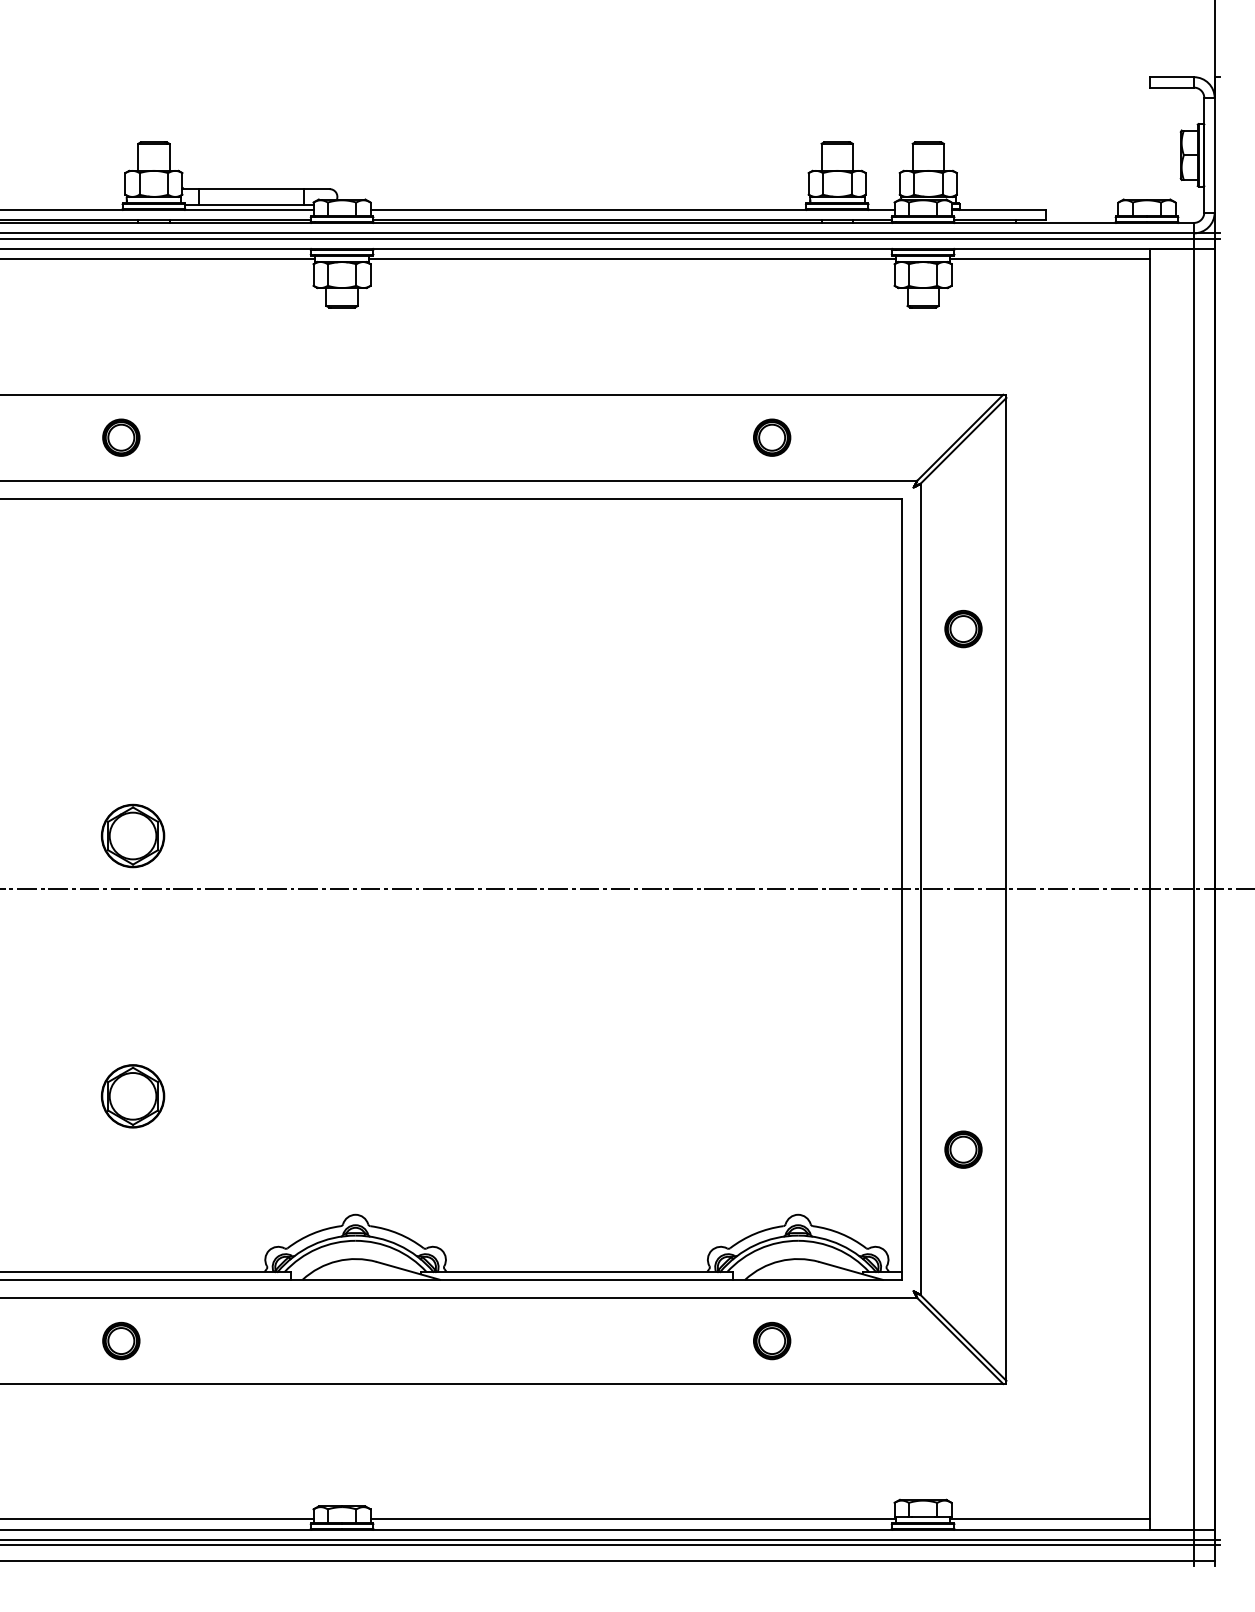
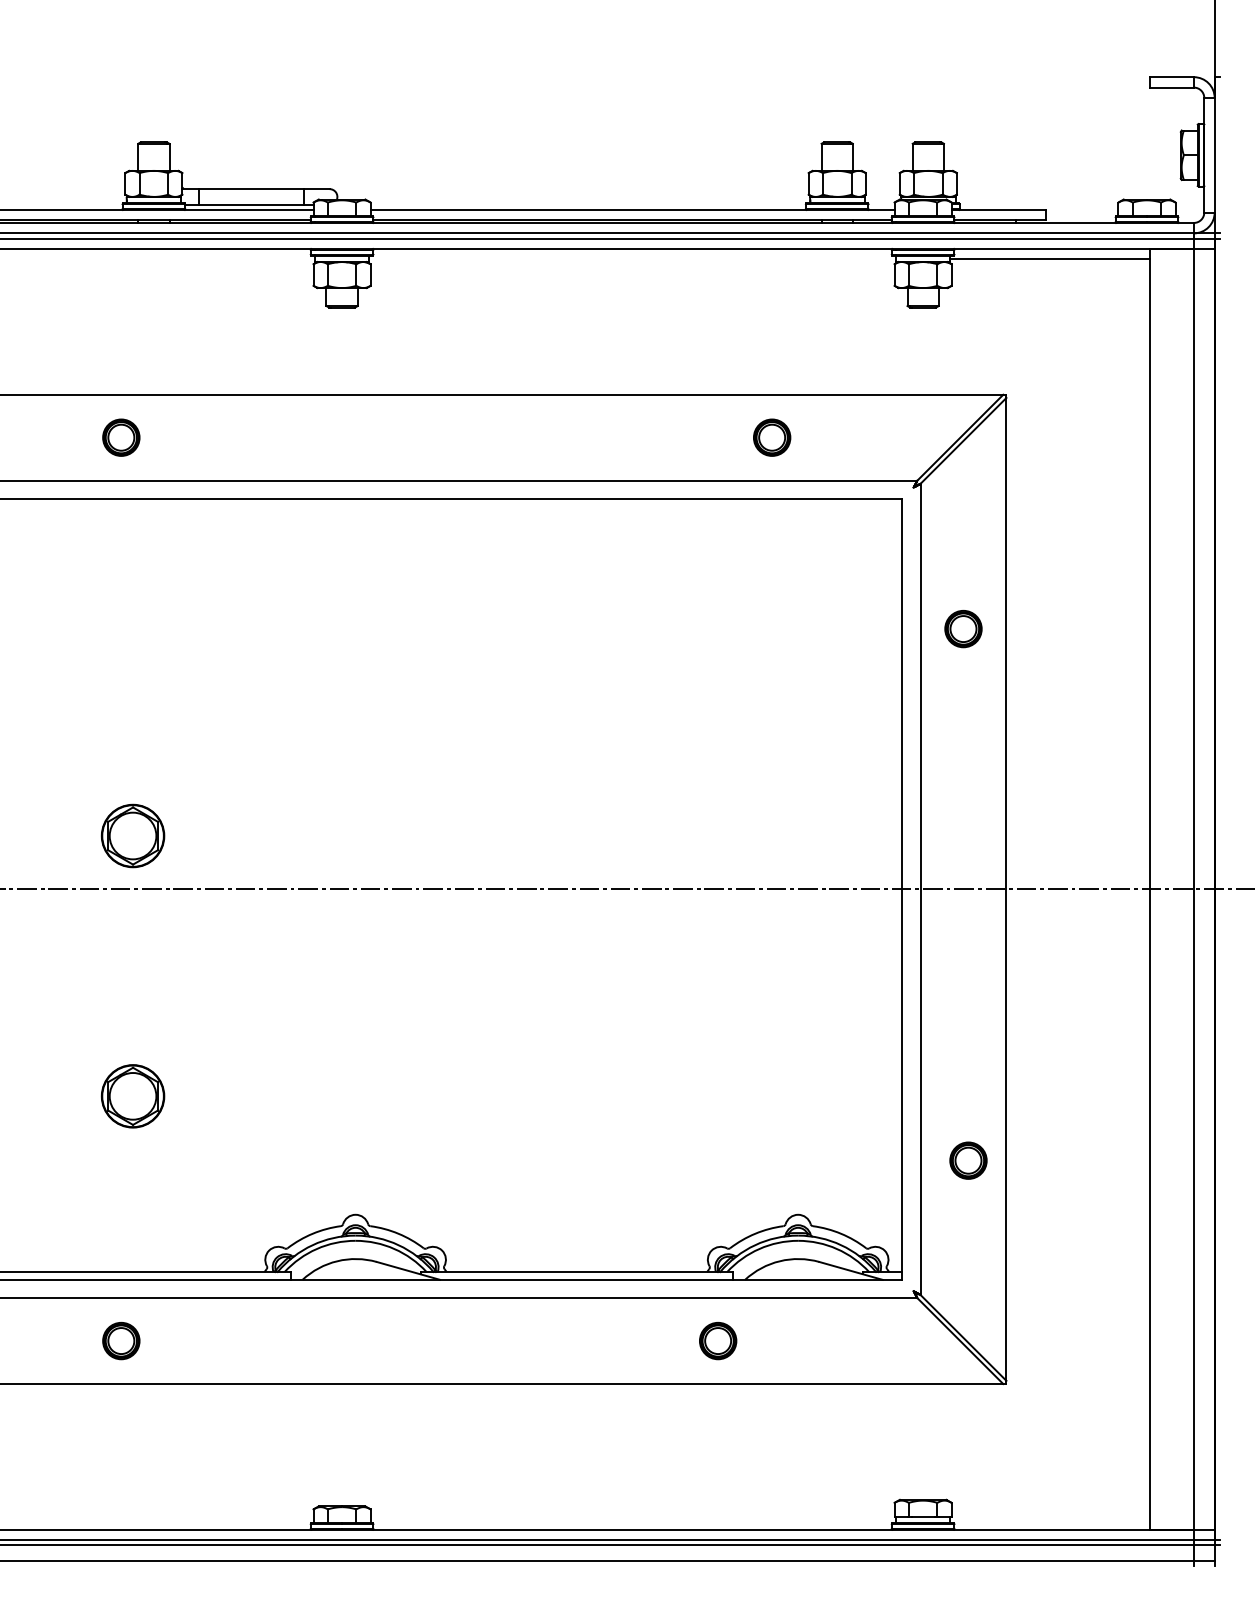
line at (158, 259): present -> none
line at (632, 259): present -> none
part at (963, 1149) position: (963, 1149) -> (968, 1160)
part at (772, 1341) position: (772, 1341) -> (718, 1341)
line at (157, 1519): present -> none
line at (632, 1519): present -> none
line at (1049, 1519): present -> none
